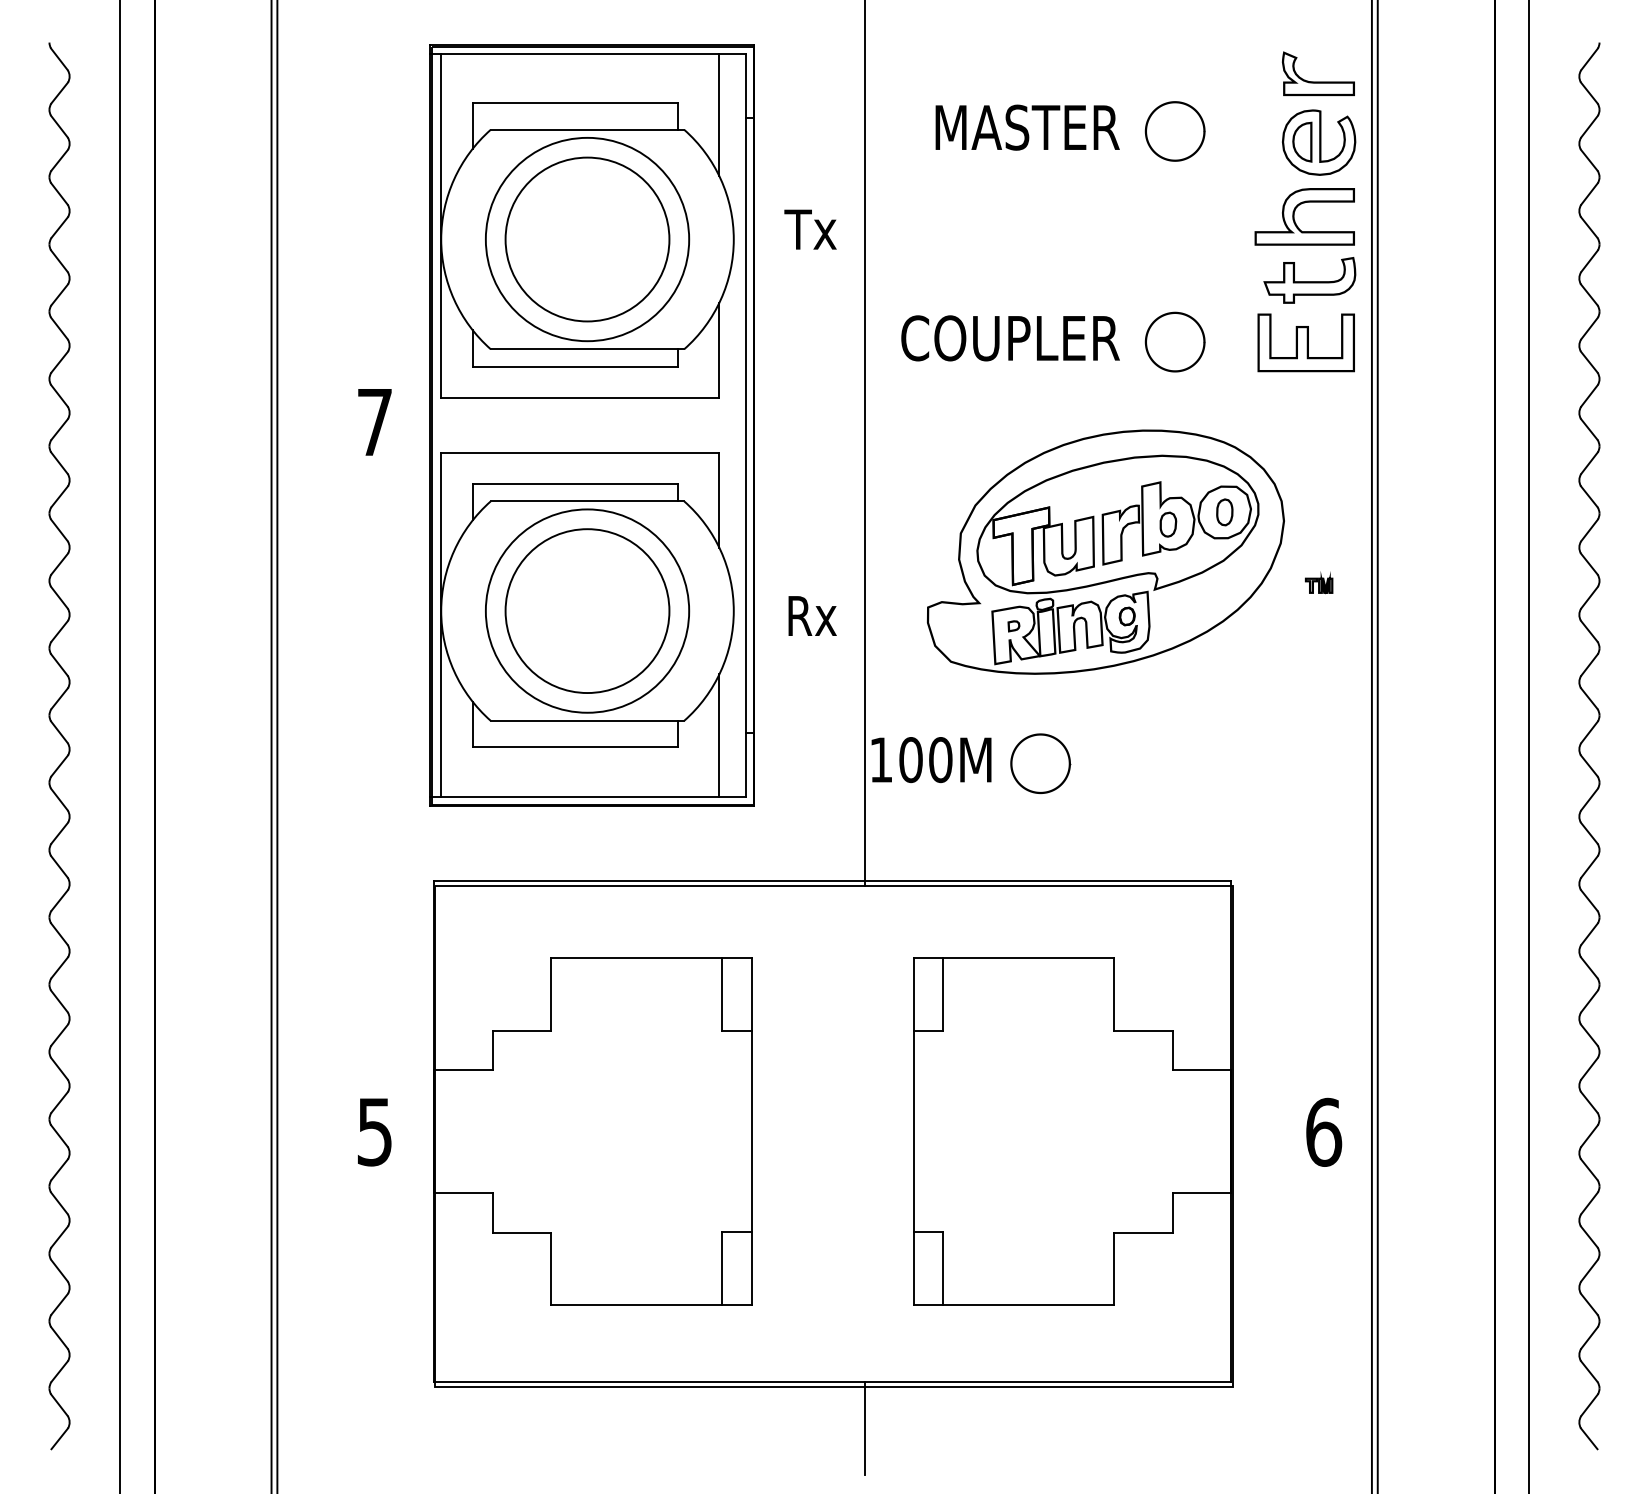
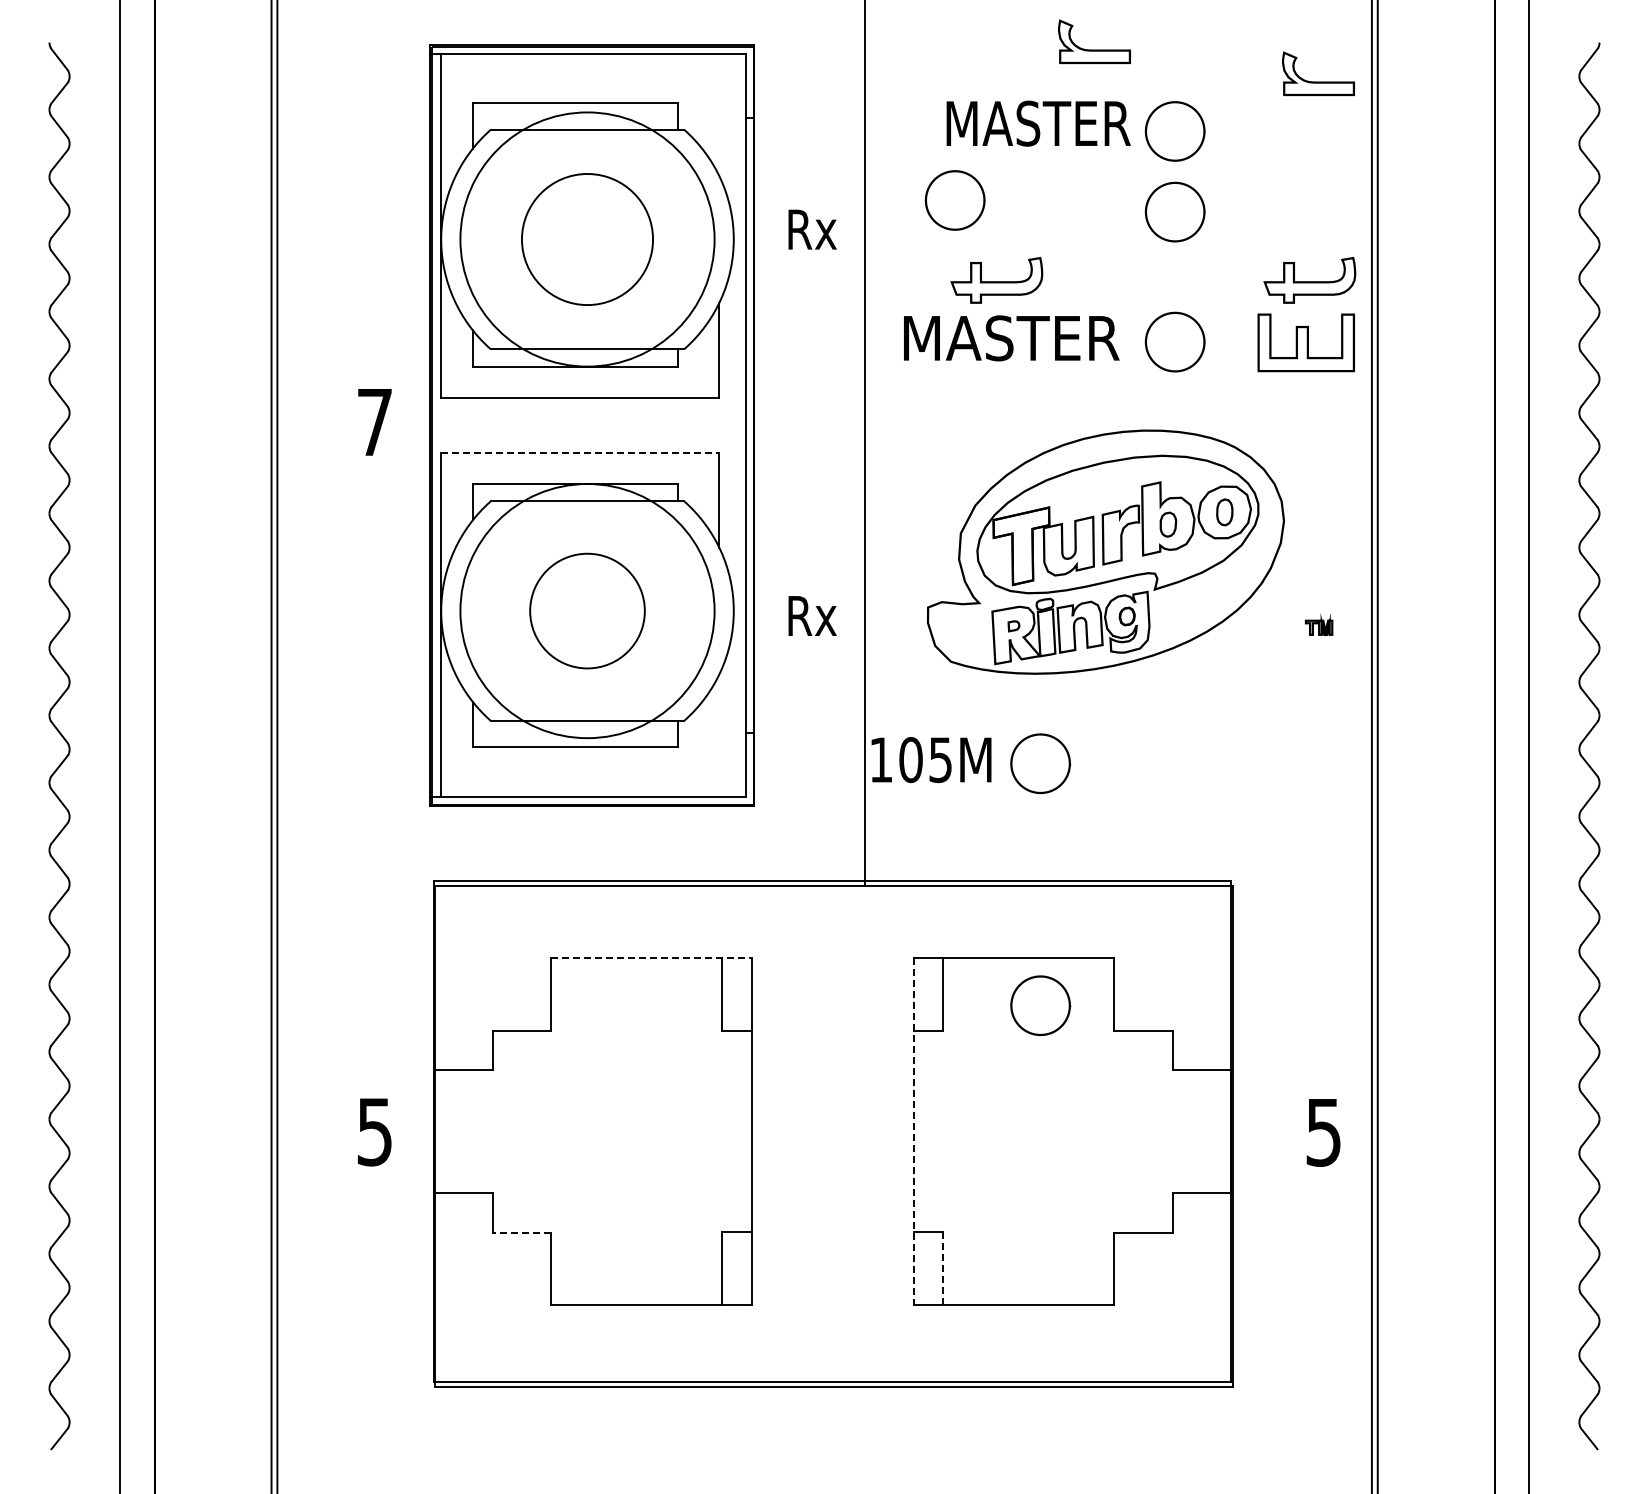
part at (1094, 49): none -> present
line at (719, 114): present -> none
text at (1027, 127) position: (1027, 127) -> (1038, 123)
part at (1319, 142): present -> none
part at (954, 200): none -> present
part at (1174, 211): none -> present
part at (1295, 220): present -> none
text at (810, 229): Tx -> Rx
circle at (587, 239) diameter: 164 px -> 131 px
circle at (587, 239) diameter: 203 px -> 254 px
part at (996, 280): none -> present
text at (1010, 338): COUPLER -> MASTER
line at (580, 453): solid -> dashed
part at (1319, 582) position: (1319, 582) -> (1319, 624)
circle at (587, 610) diameter: 203 px -> 254 px
circle at (587, 611) diameter: 164 px -> 115 px
line at (719, 735): present -> none
text at (940, 760): 100M -> 105M
line at (651, 958): solid -> dashed
part at (1040, 1005): none -> present
line at (913, 1131): solid -> dashed
text at (1324, 1131): 6 -> 5
line at (521, 1232): solid -> dashed
line at (943, 1268): solid -> dashed
line at (864, 1428): present -> none
